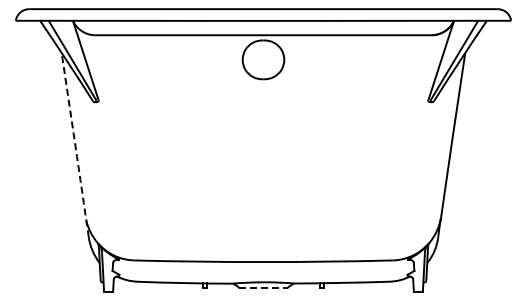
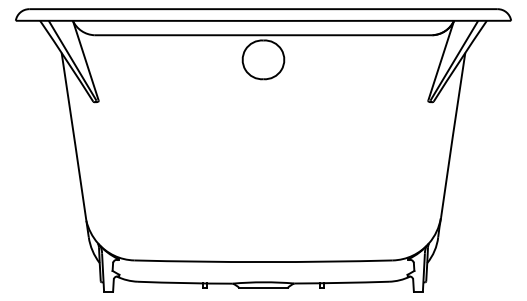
arc at (75, 145): dashed -> solid
line at (263, 288): dashed -> solid
